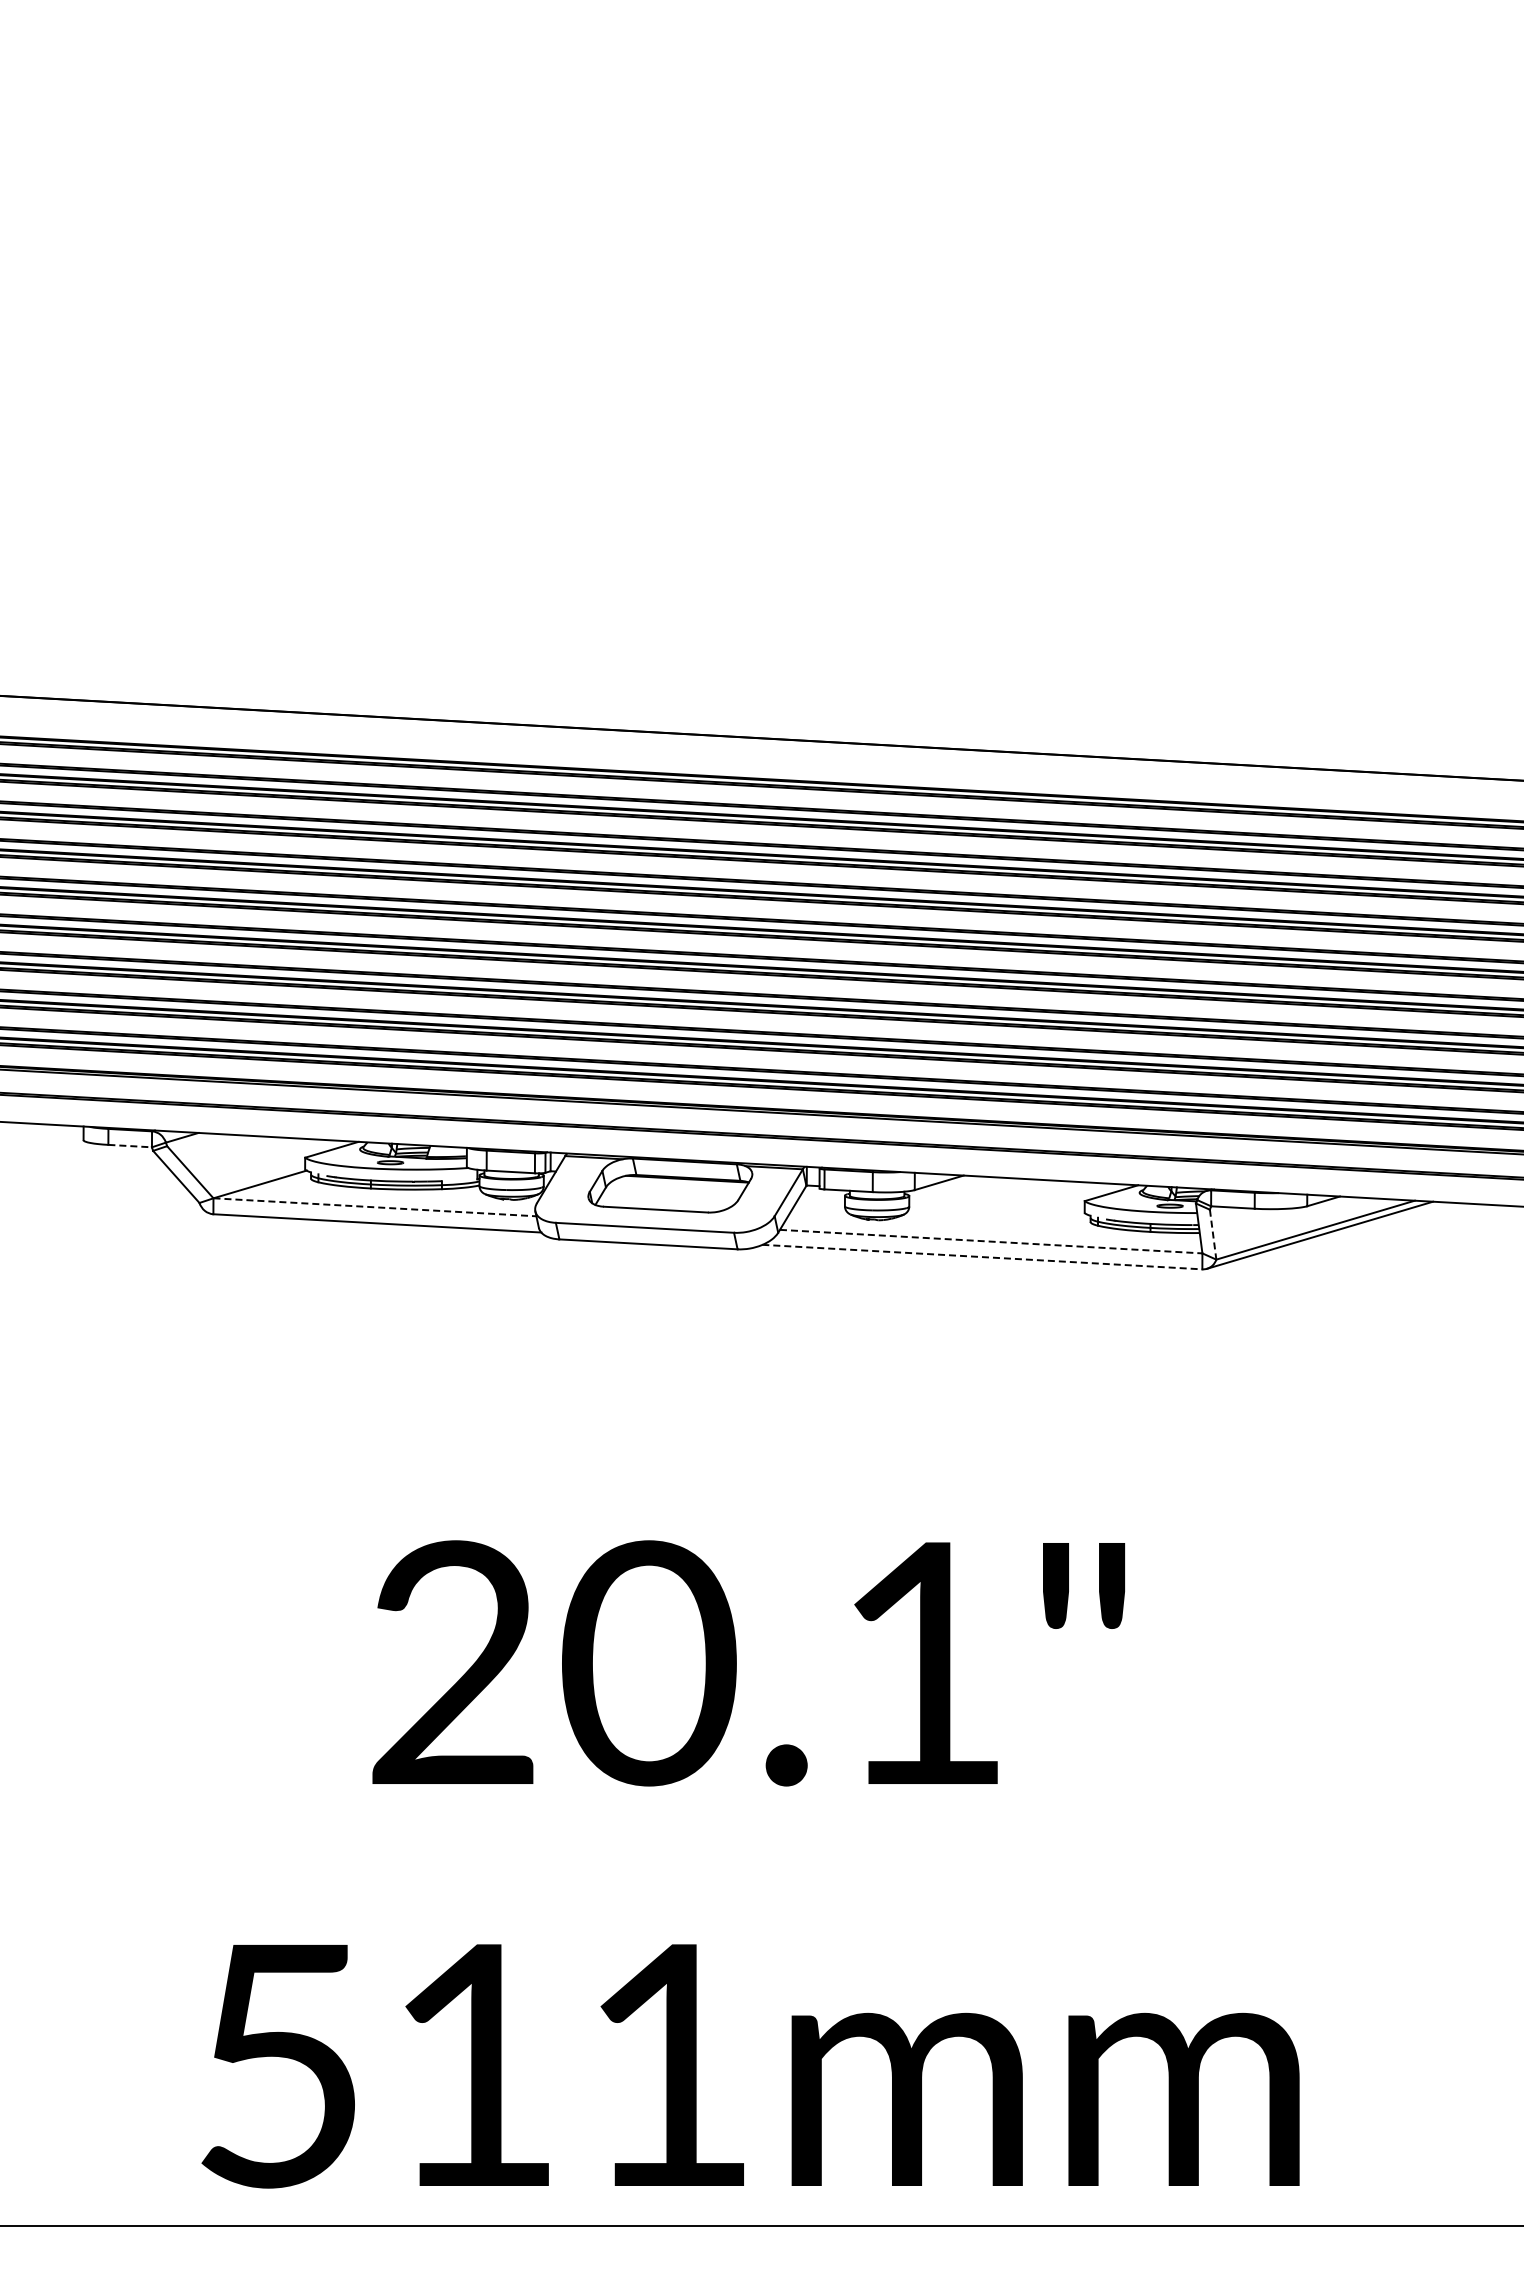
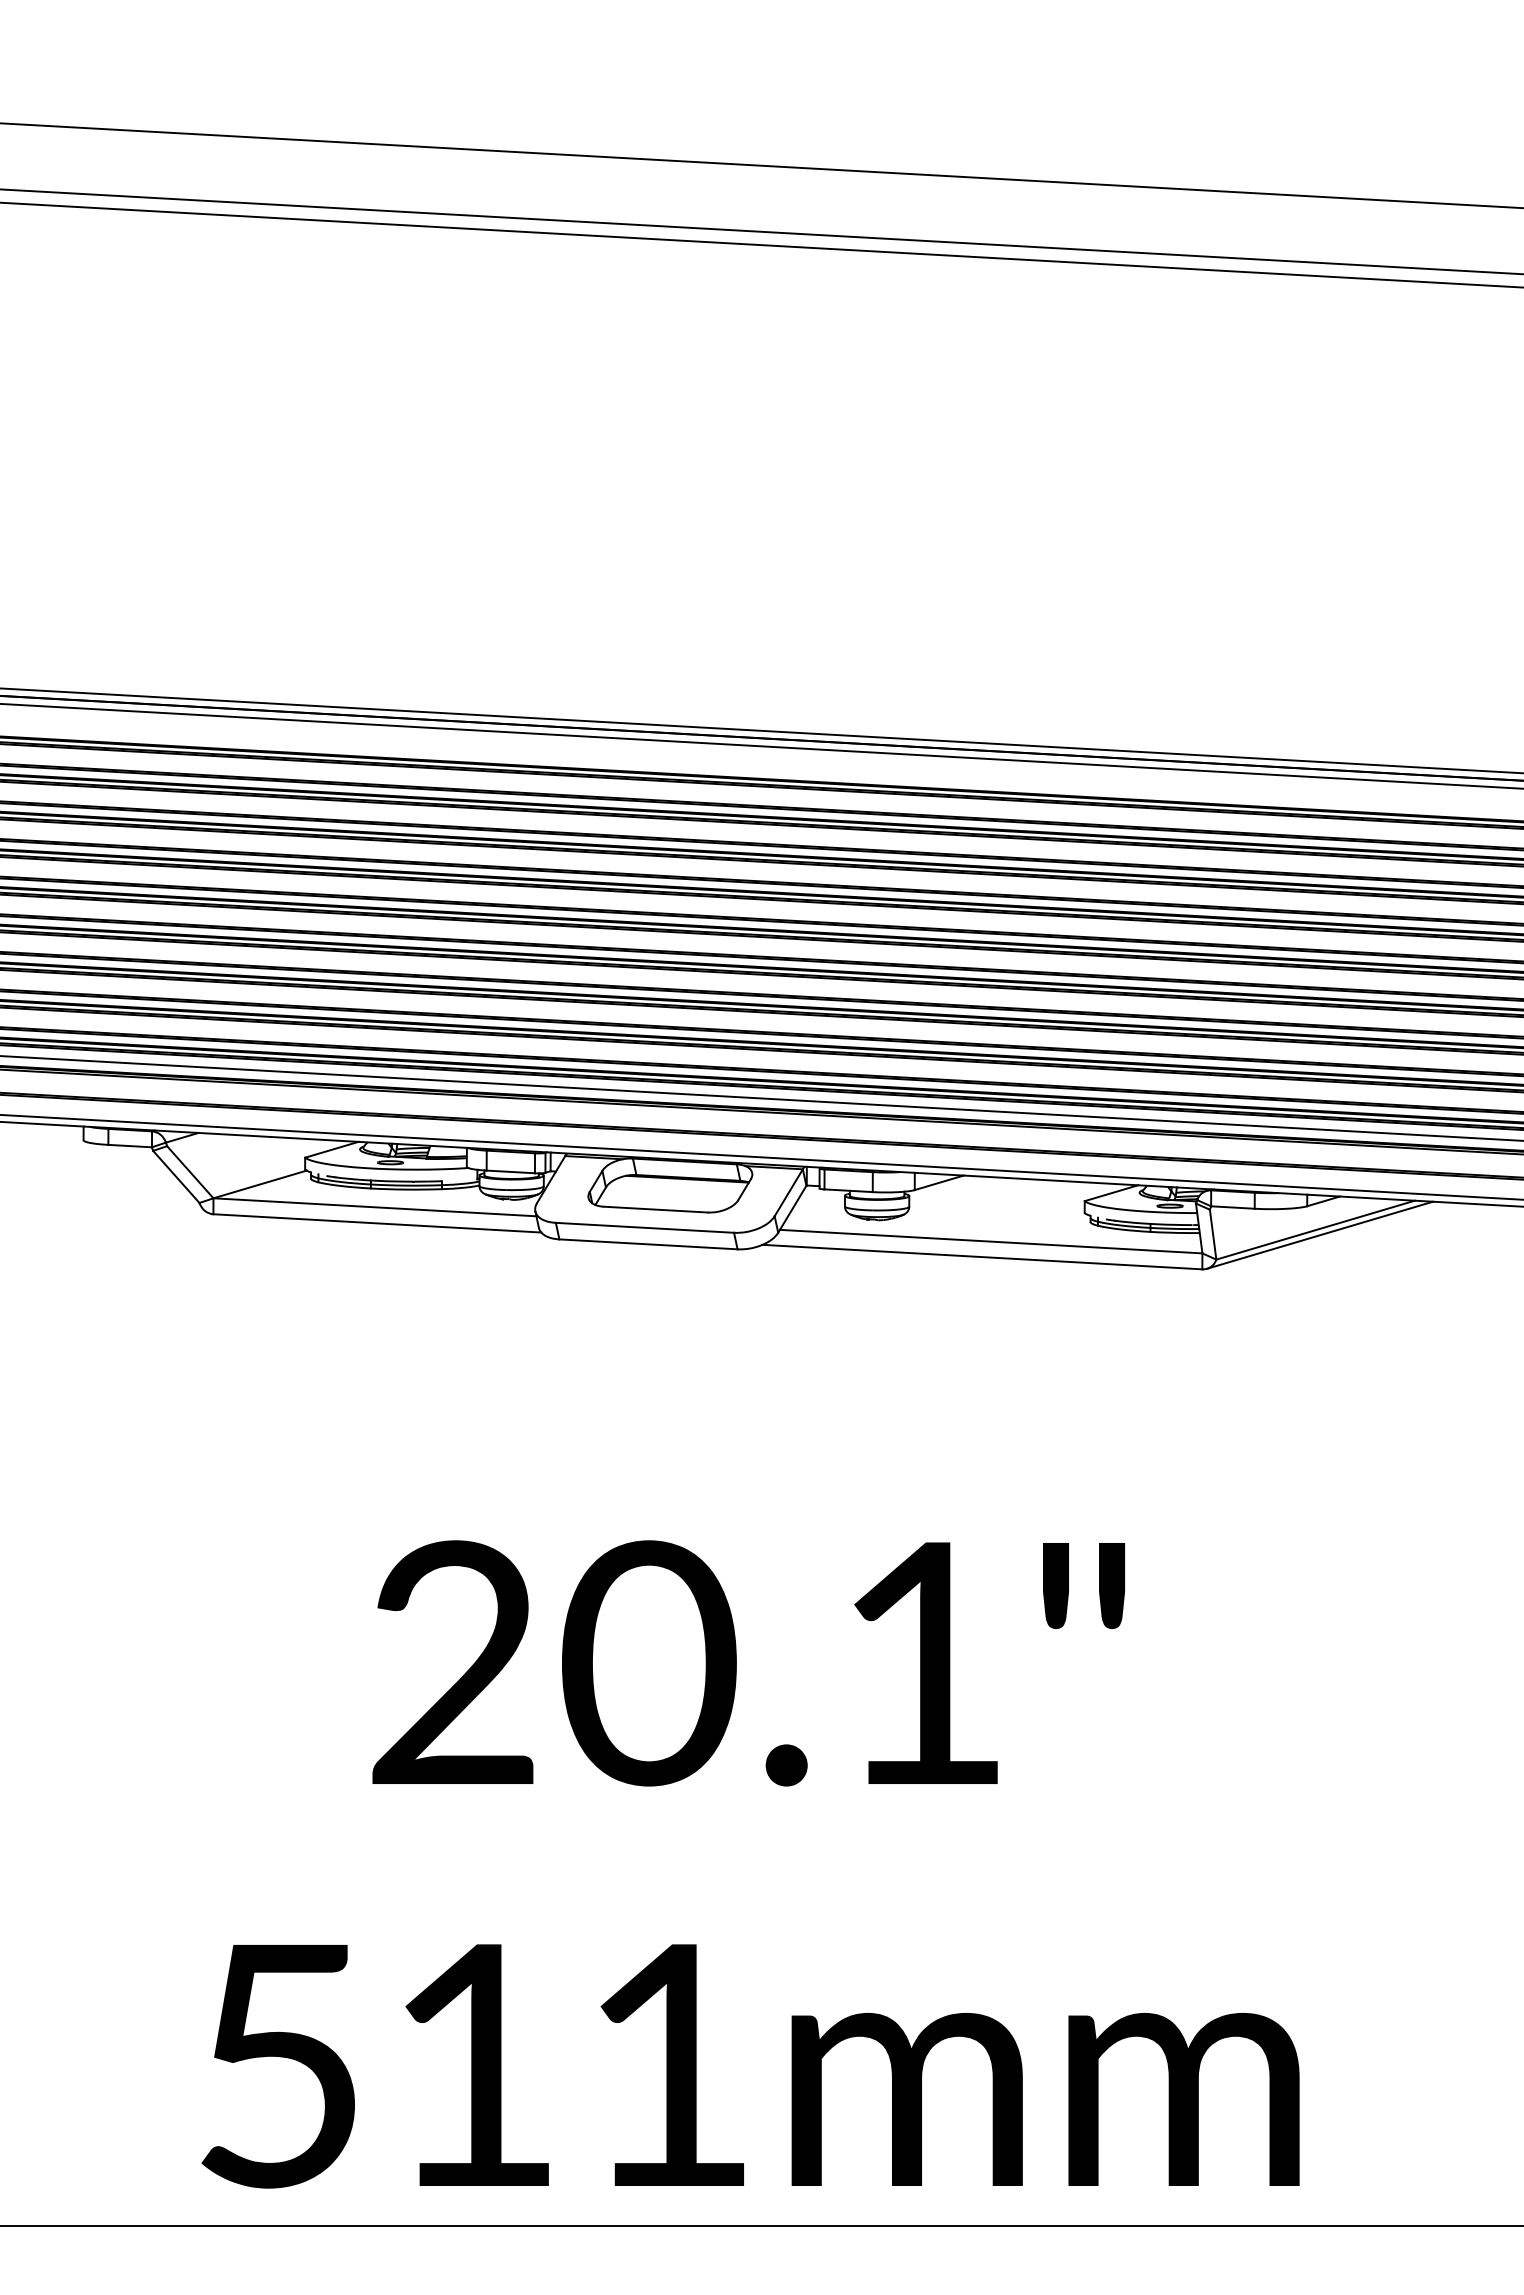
line at (761, 165): none -> present
line at (761, 231): none -> present
line at (761, 244): none -> present
line at (761, 730): none -> present
line at (761, 746): none -> present
line at (761, 1098): none -> present
line at (130, 1146): dashed -> solid
line at (761, 1157): none -> present
line at (374, 1207): dashed -> solid
line at (1213, 1235): dashed -> solid
line at (991, 1241): dashed -> solid
line at (982, 1257): dashed -> solid
